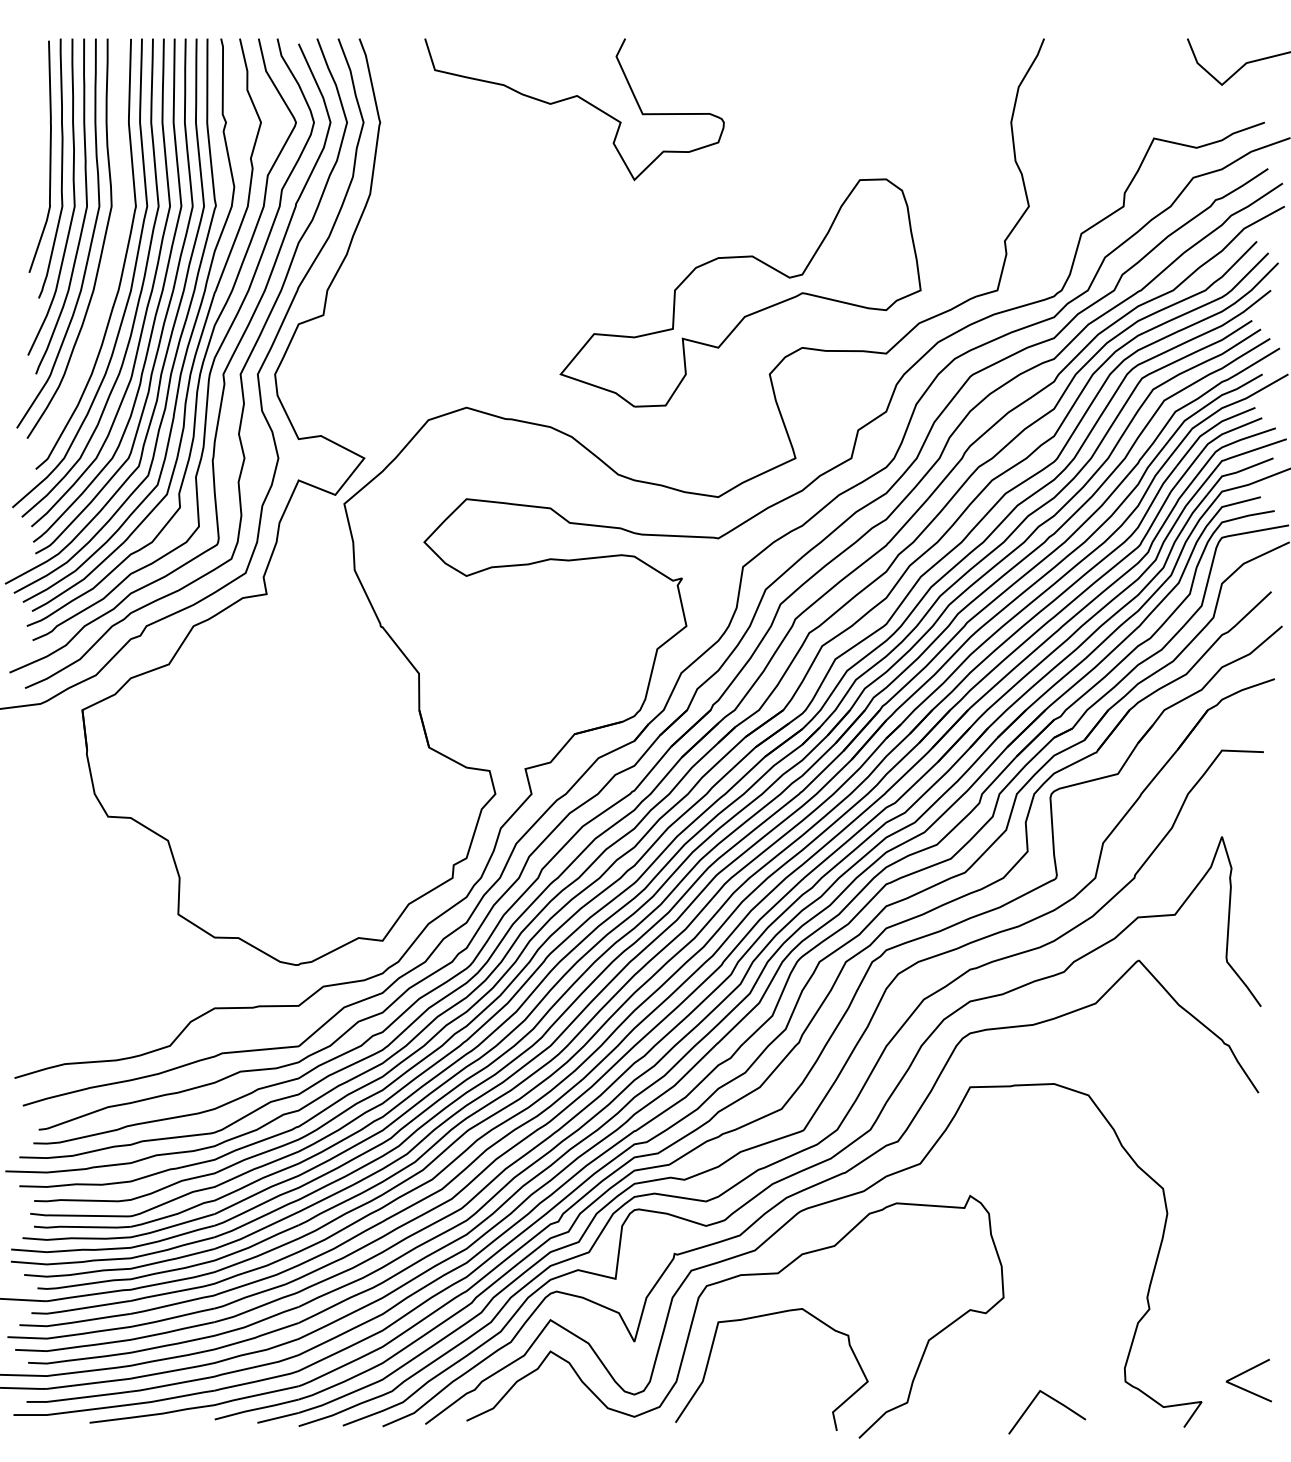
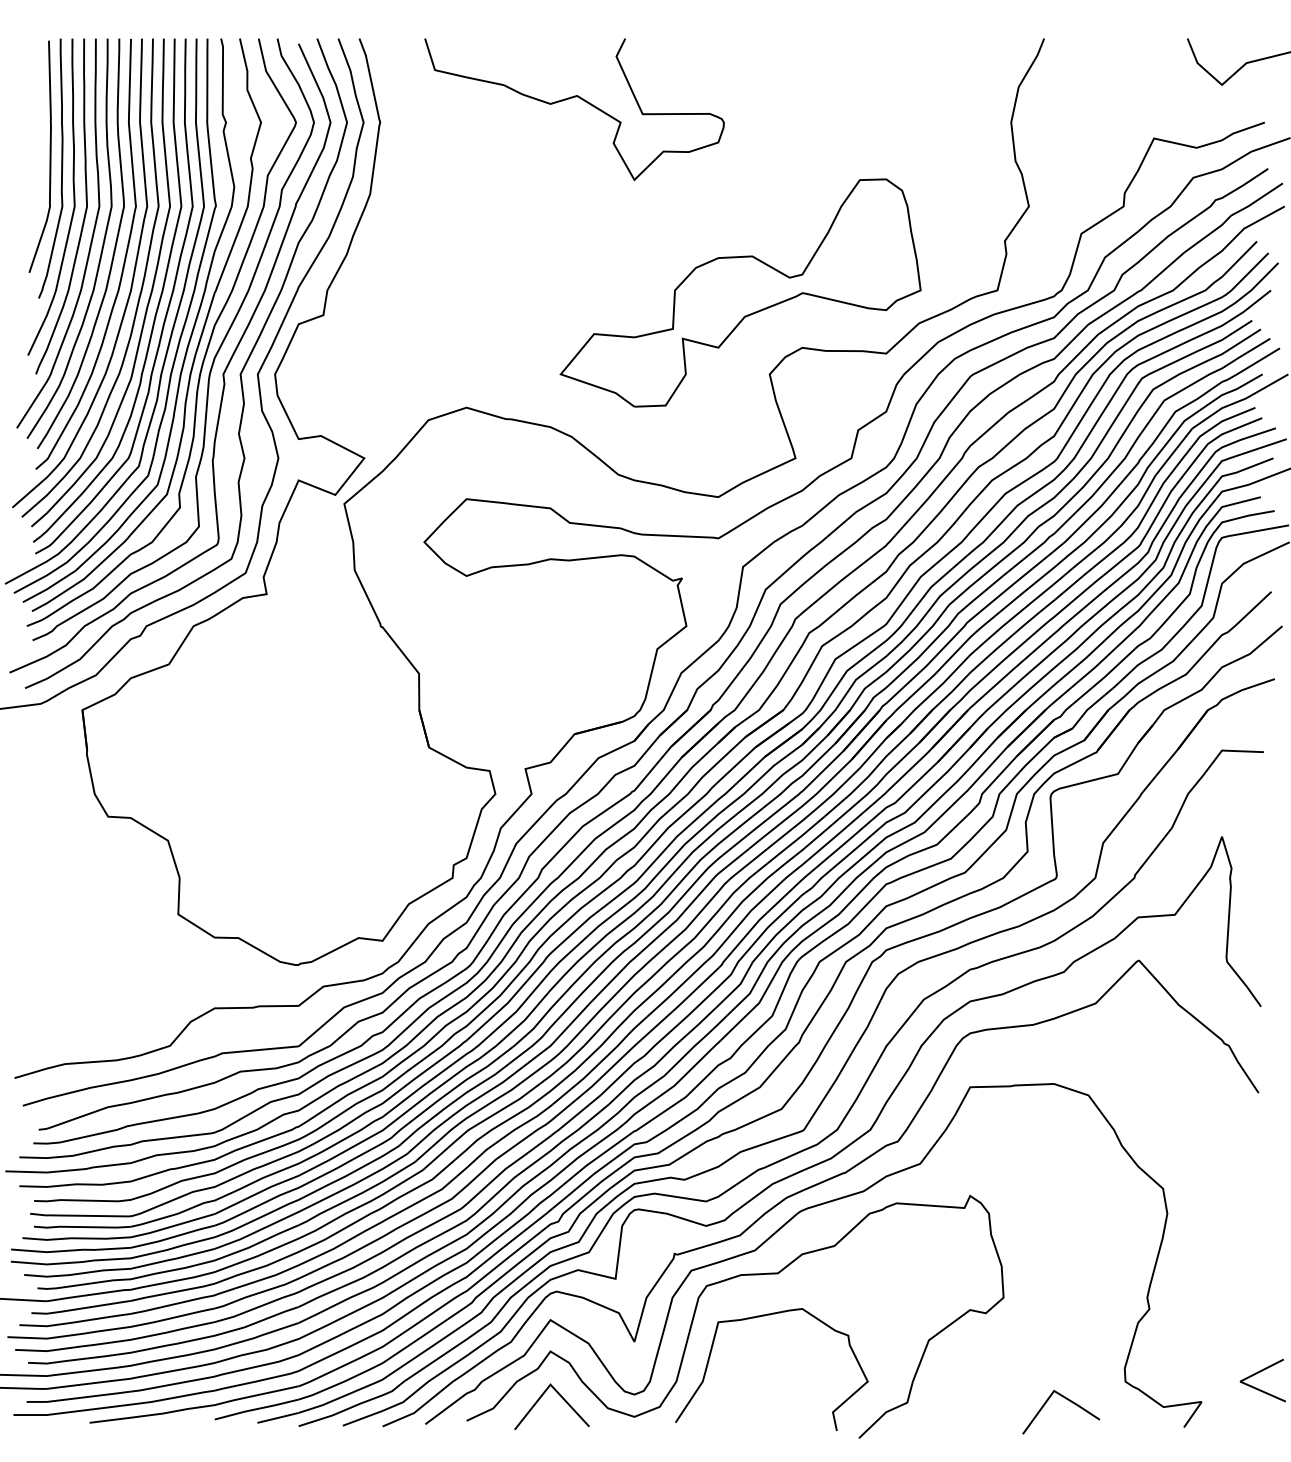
curve at (113, 250): none -> present
line at (1244, 1373) position: (1244, 1373) -> (1258, 1373)
line at (562, 1399): none -> present
line at (1053, 1400) position: (1053, 1400) -> (1067, 1400)
